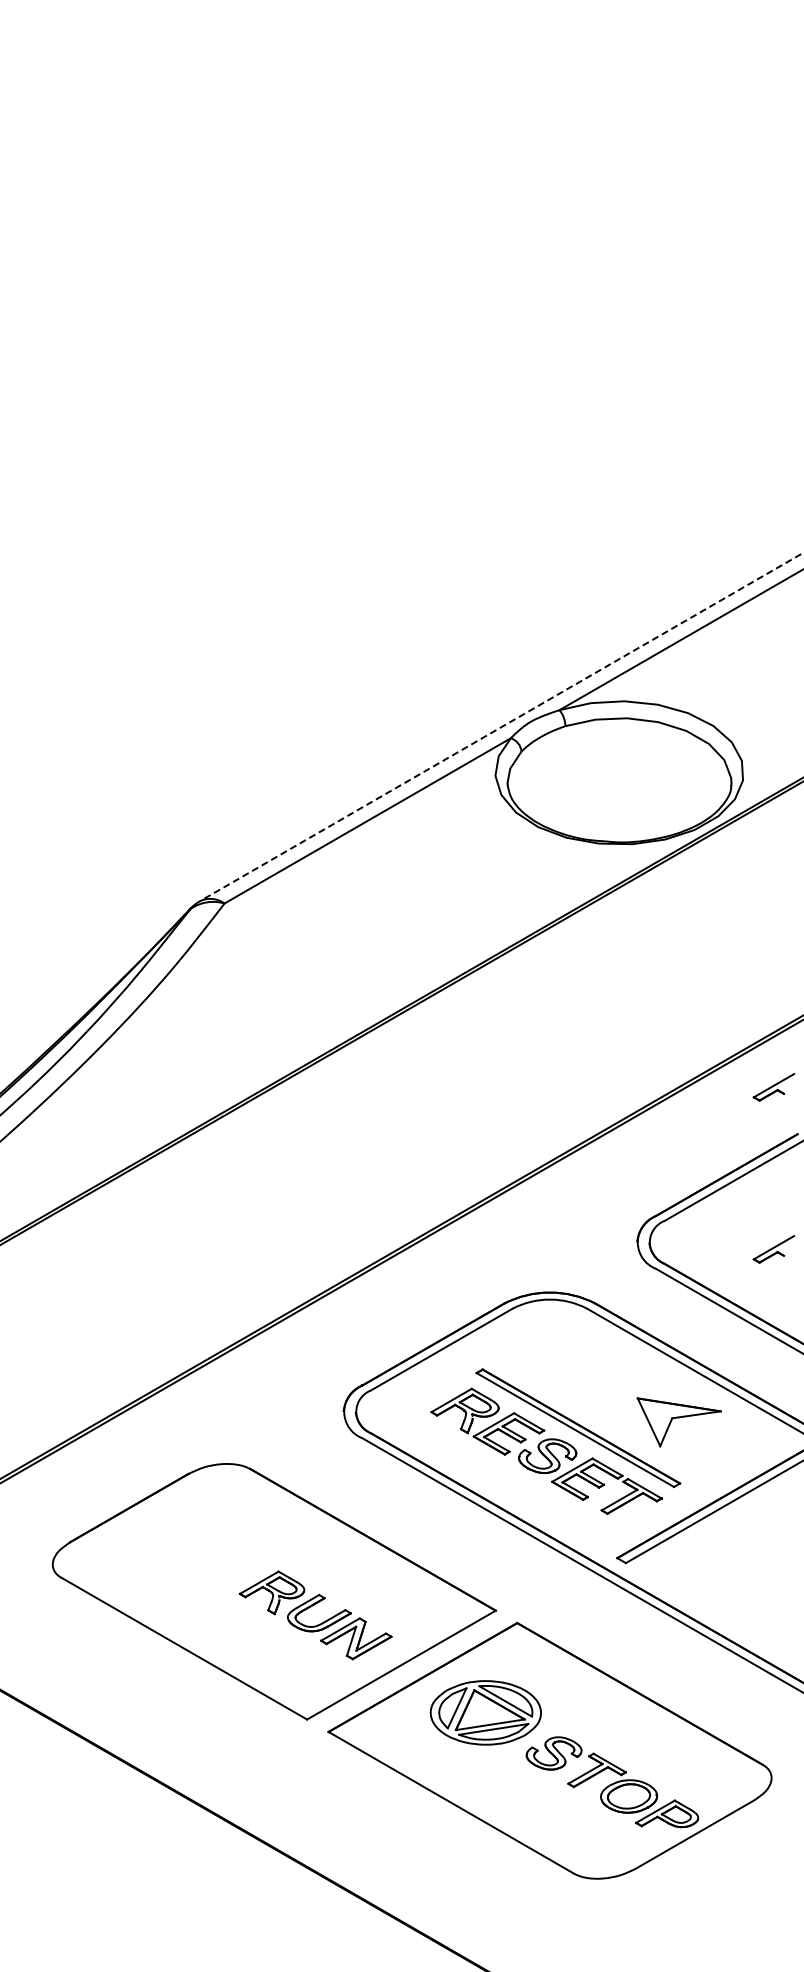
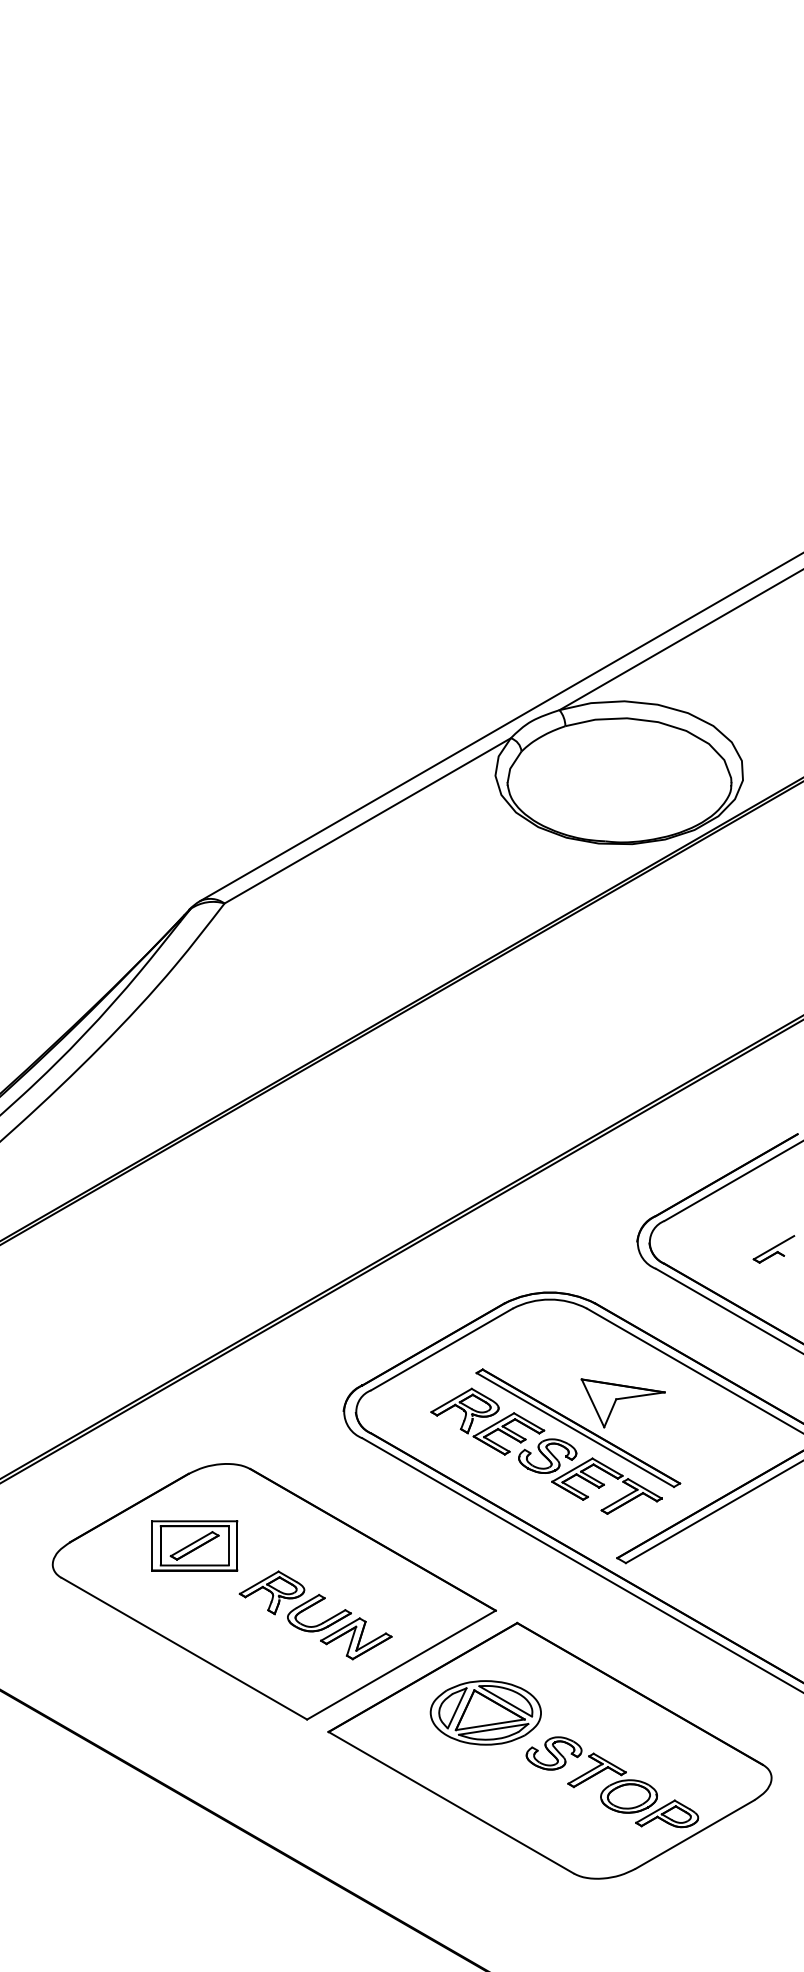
line at (501, 727): dashed -> solid
part at (773, 1087): present -> none
part at (678, 1422) position: (678, 1422) -> (622, 1403)
part at (194, 1545): none -> present
